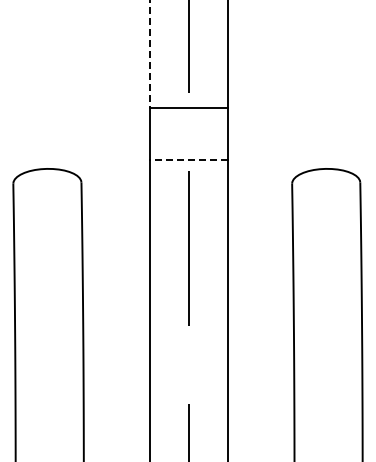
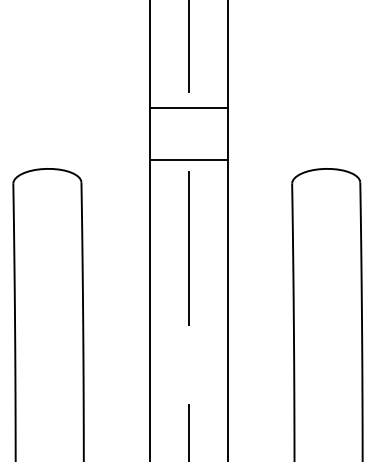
line at (150, 54): dashed -> solid
line at (189, 160): dashed -> solid
